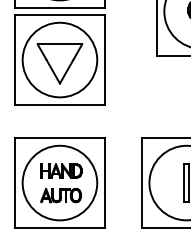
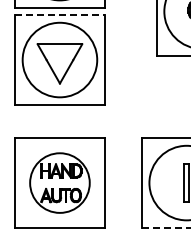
line at (59, 15): solid -> dashed
circle at (59, 182) diameter: 75 px -> 60 px
line at (166, 227): solid -> dashed
